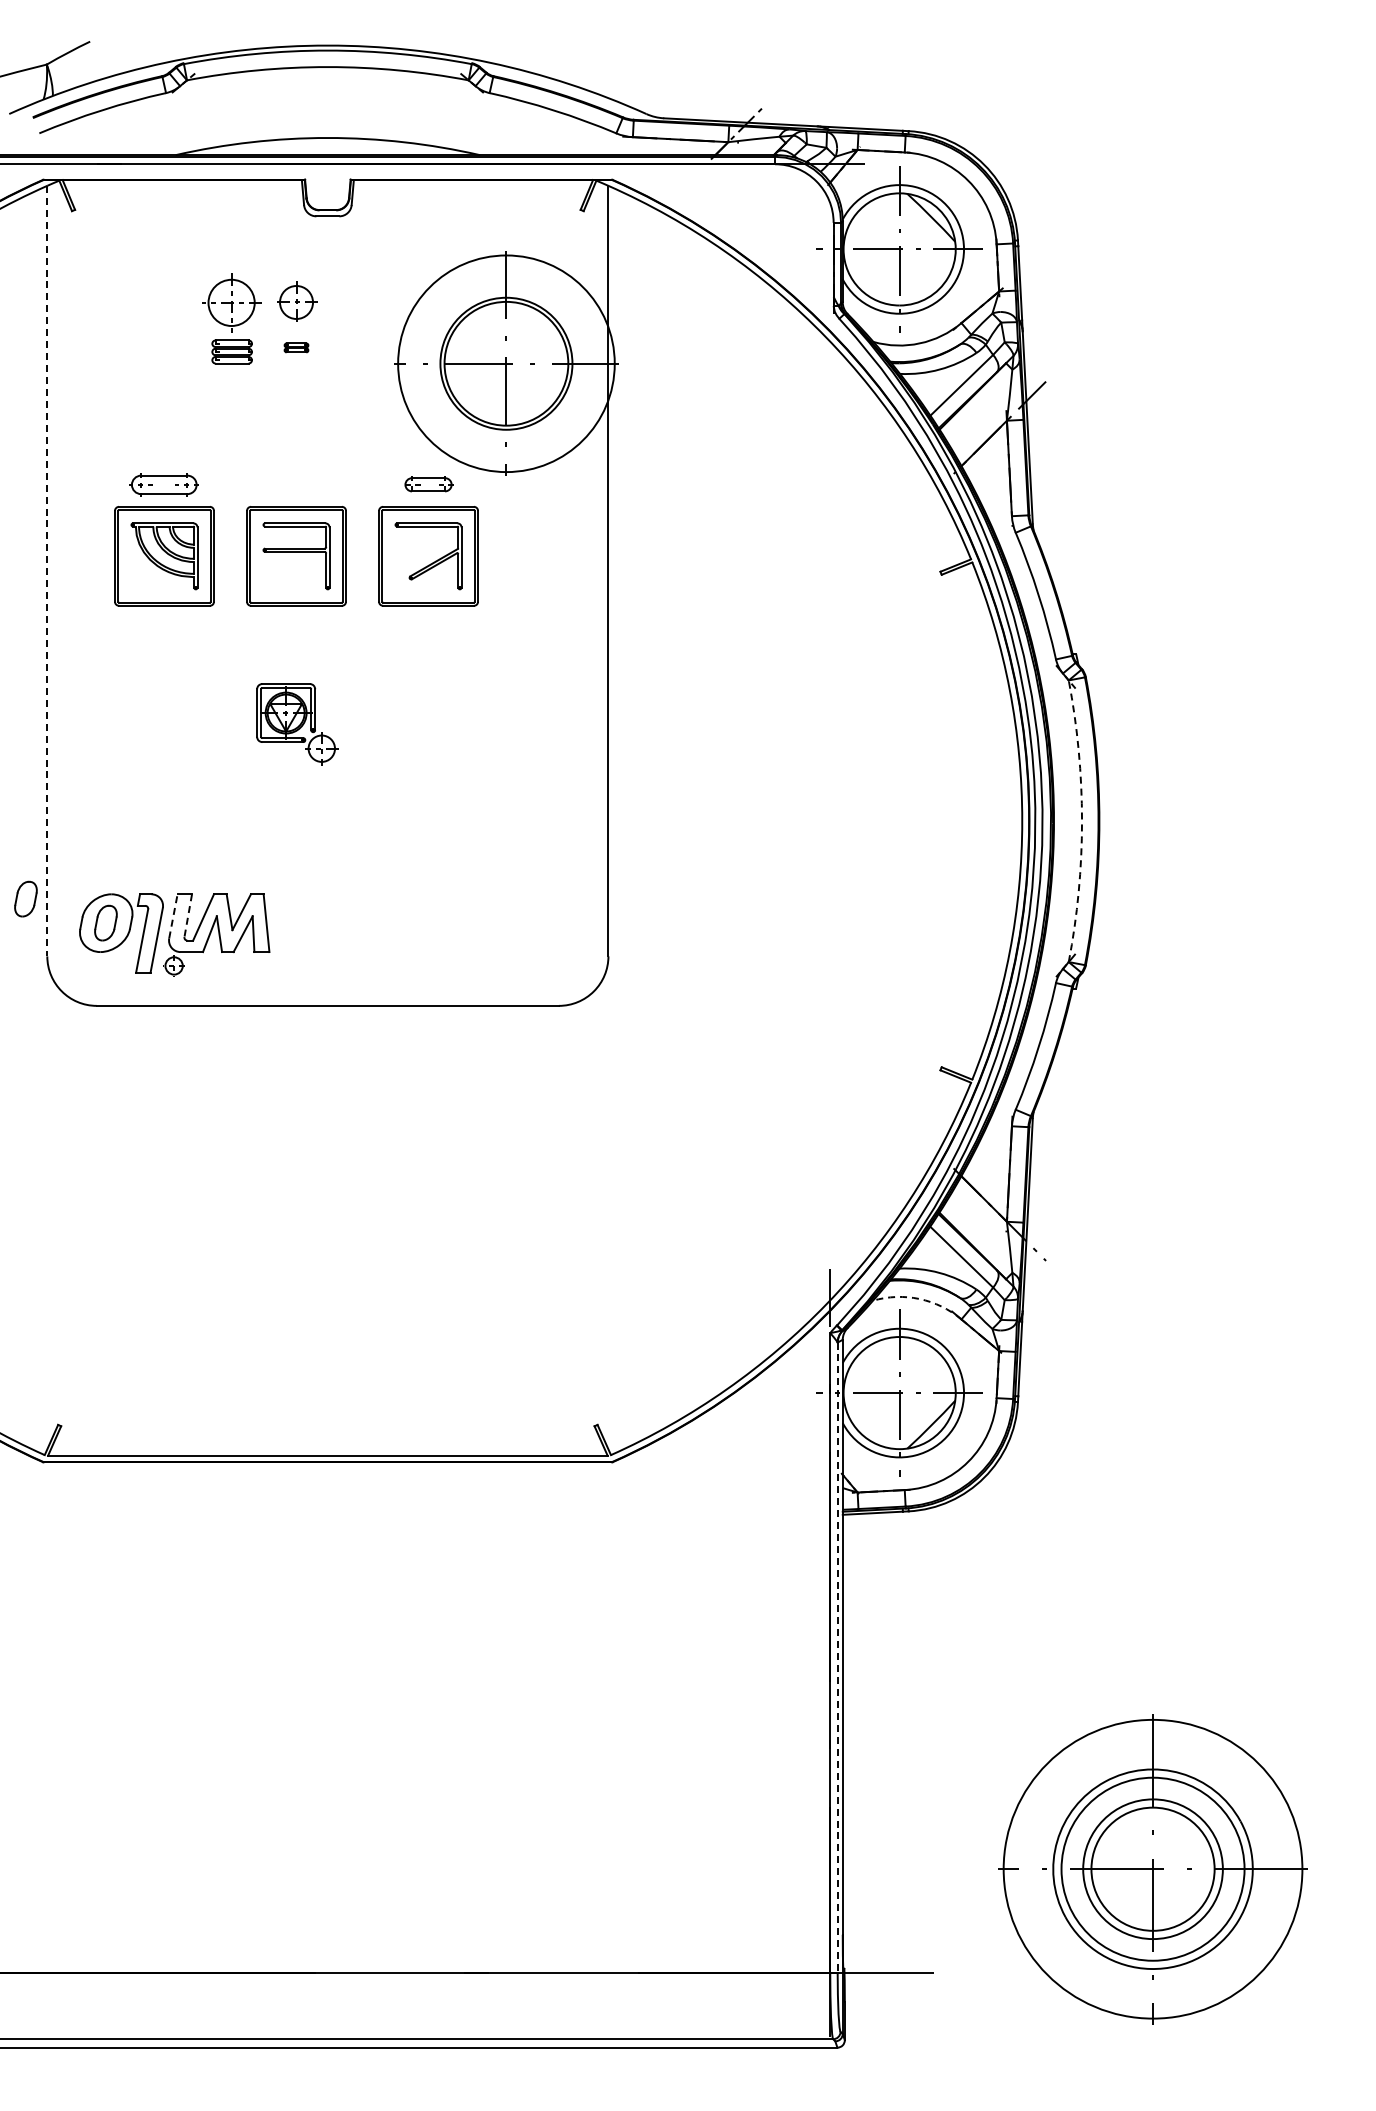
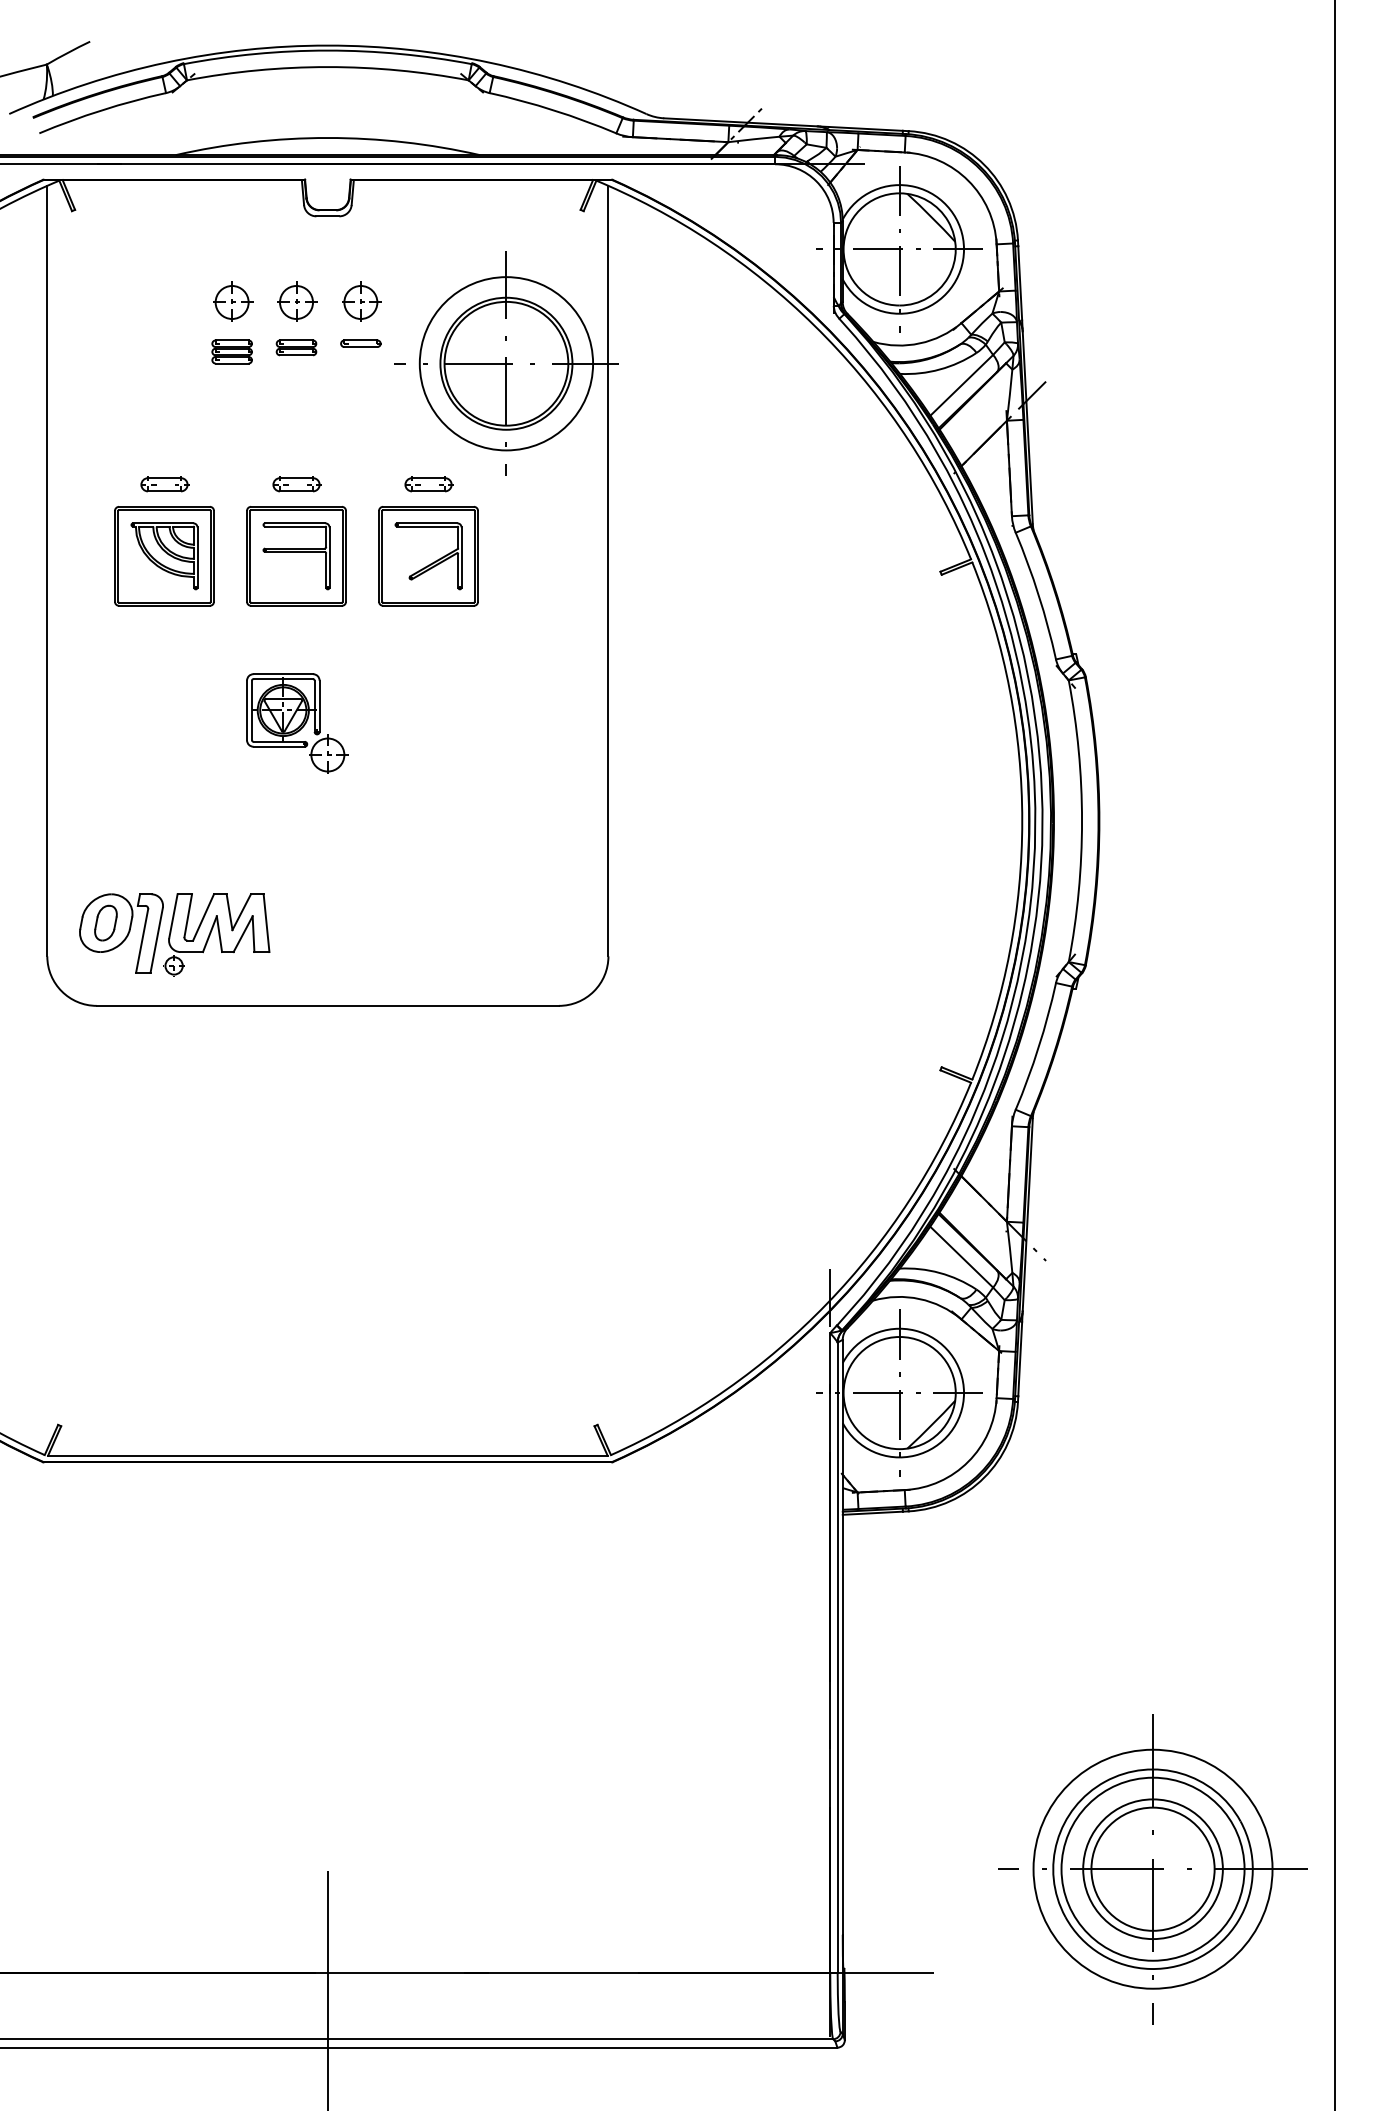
part at (361, 301): none -> present
part at (231, 302) size: 60x60 px -> 41x41 px
part at (360, 343): none -> present
part at (296, 347) size: 27x12 px -> 43x18 px
circle at (506, 363) diameter: 217 px -> 173 px
part at (163, 484) size: 70x24 px -> 50x17 px
part at (296, 484): none -> present
line at (47, 571): dashed -> solid
part at (297, 724) size: 83x83 px -> 103x101 px
arc at (1082, 821): dashed -> solid
part at (25, 898): present -> none
line at (173, 915): dashed -> solid
line at (188, 915): dashed -> solid
line at (1334, 1054): none -> present
arc at (919, 1299): dashed -> solid
line at (837, 1658): dashed -> solid
circle at (1152, 1868) diameter: 299 px -> 239 px
line at (327, 1988): none -> present
